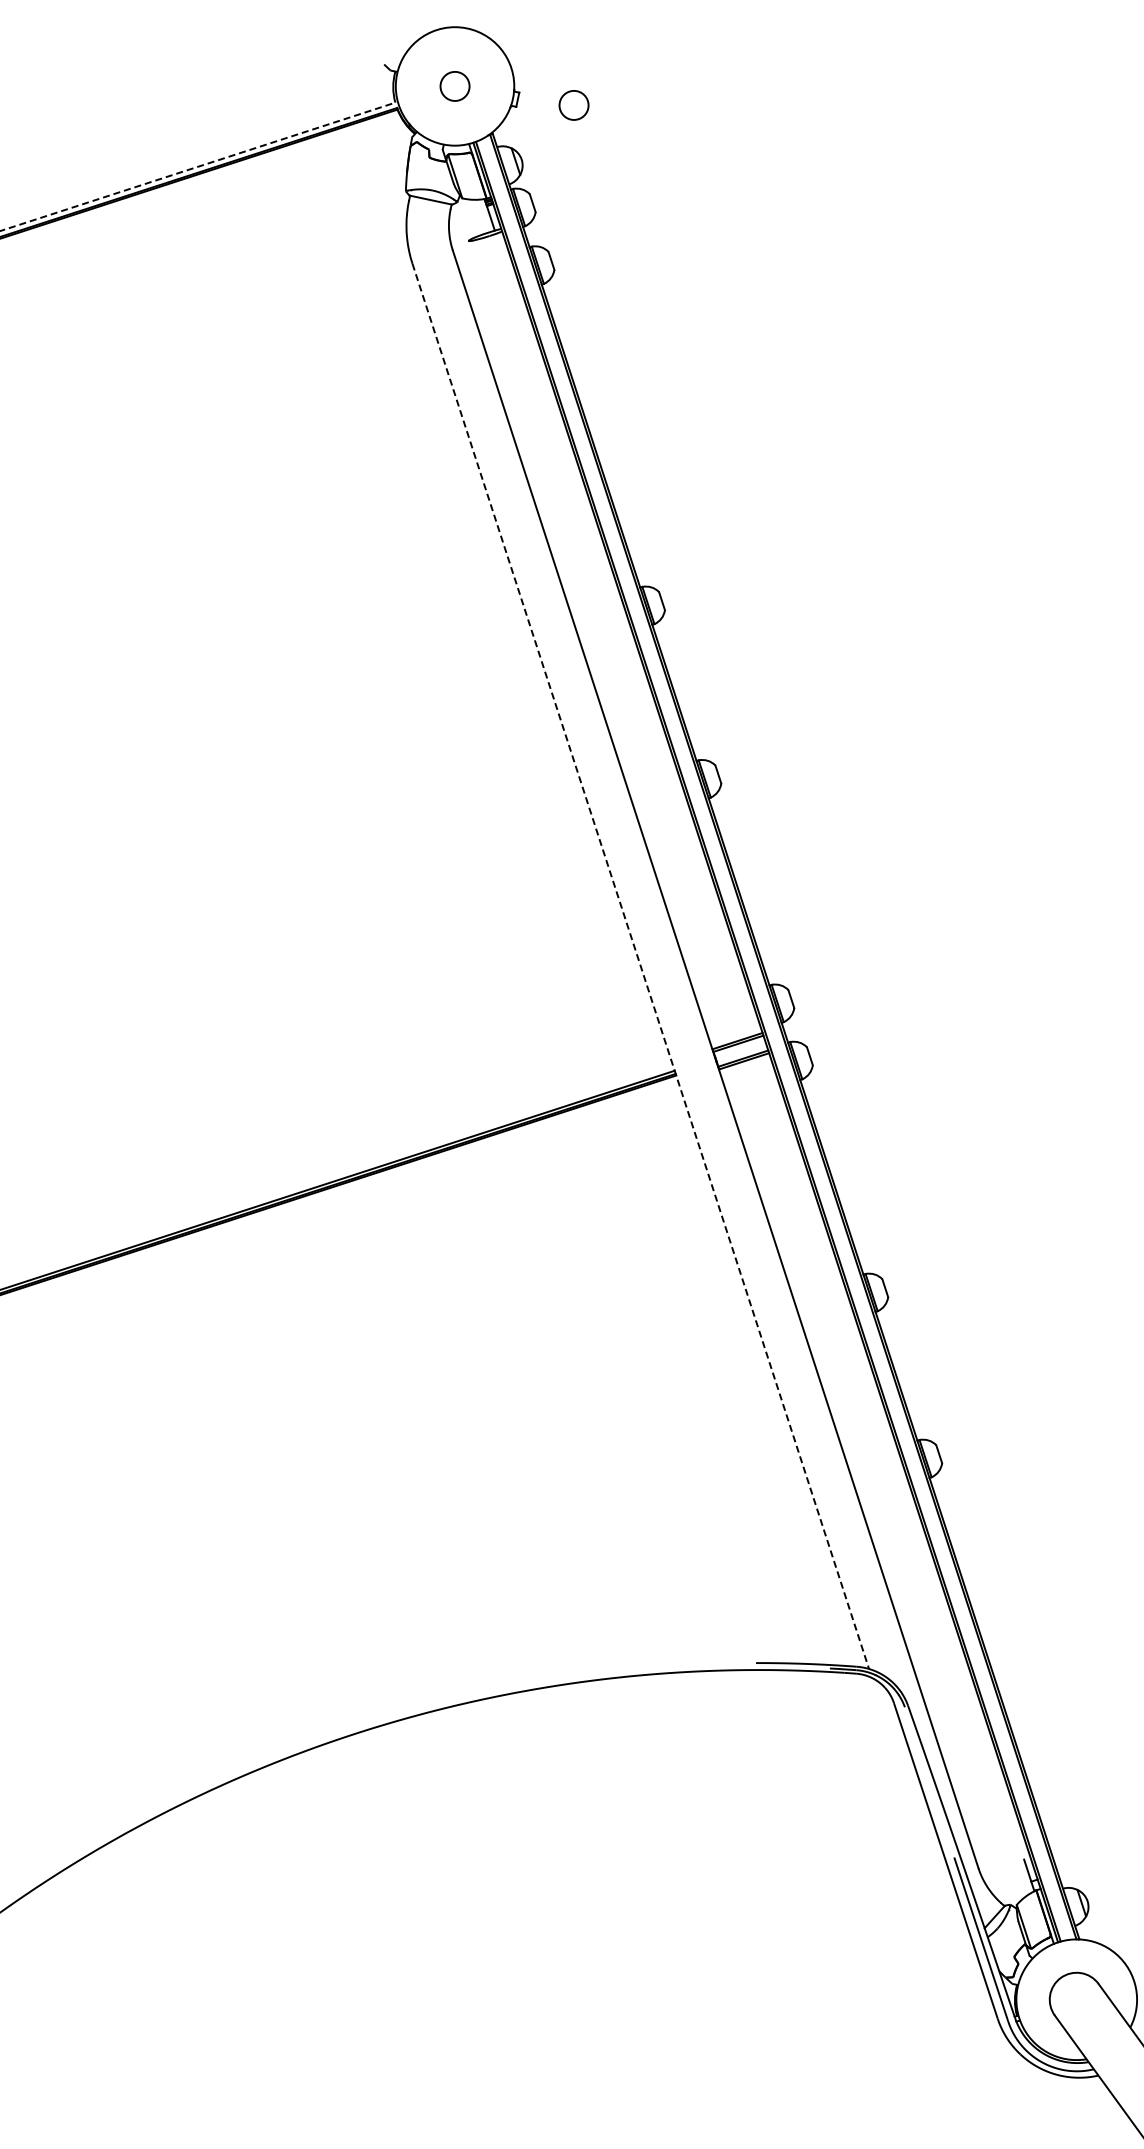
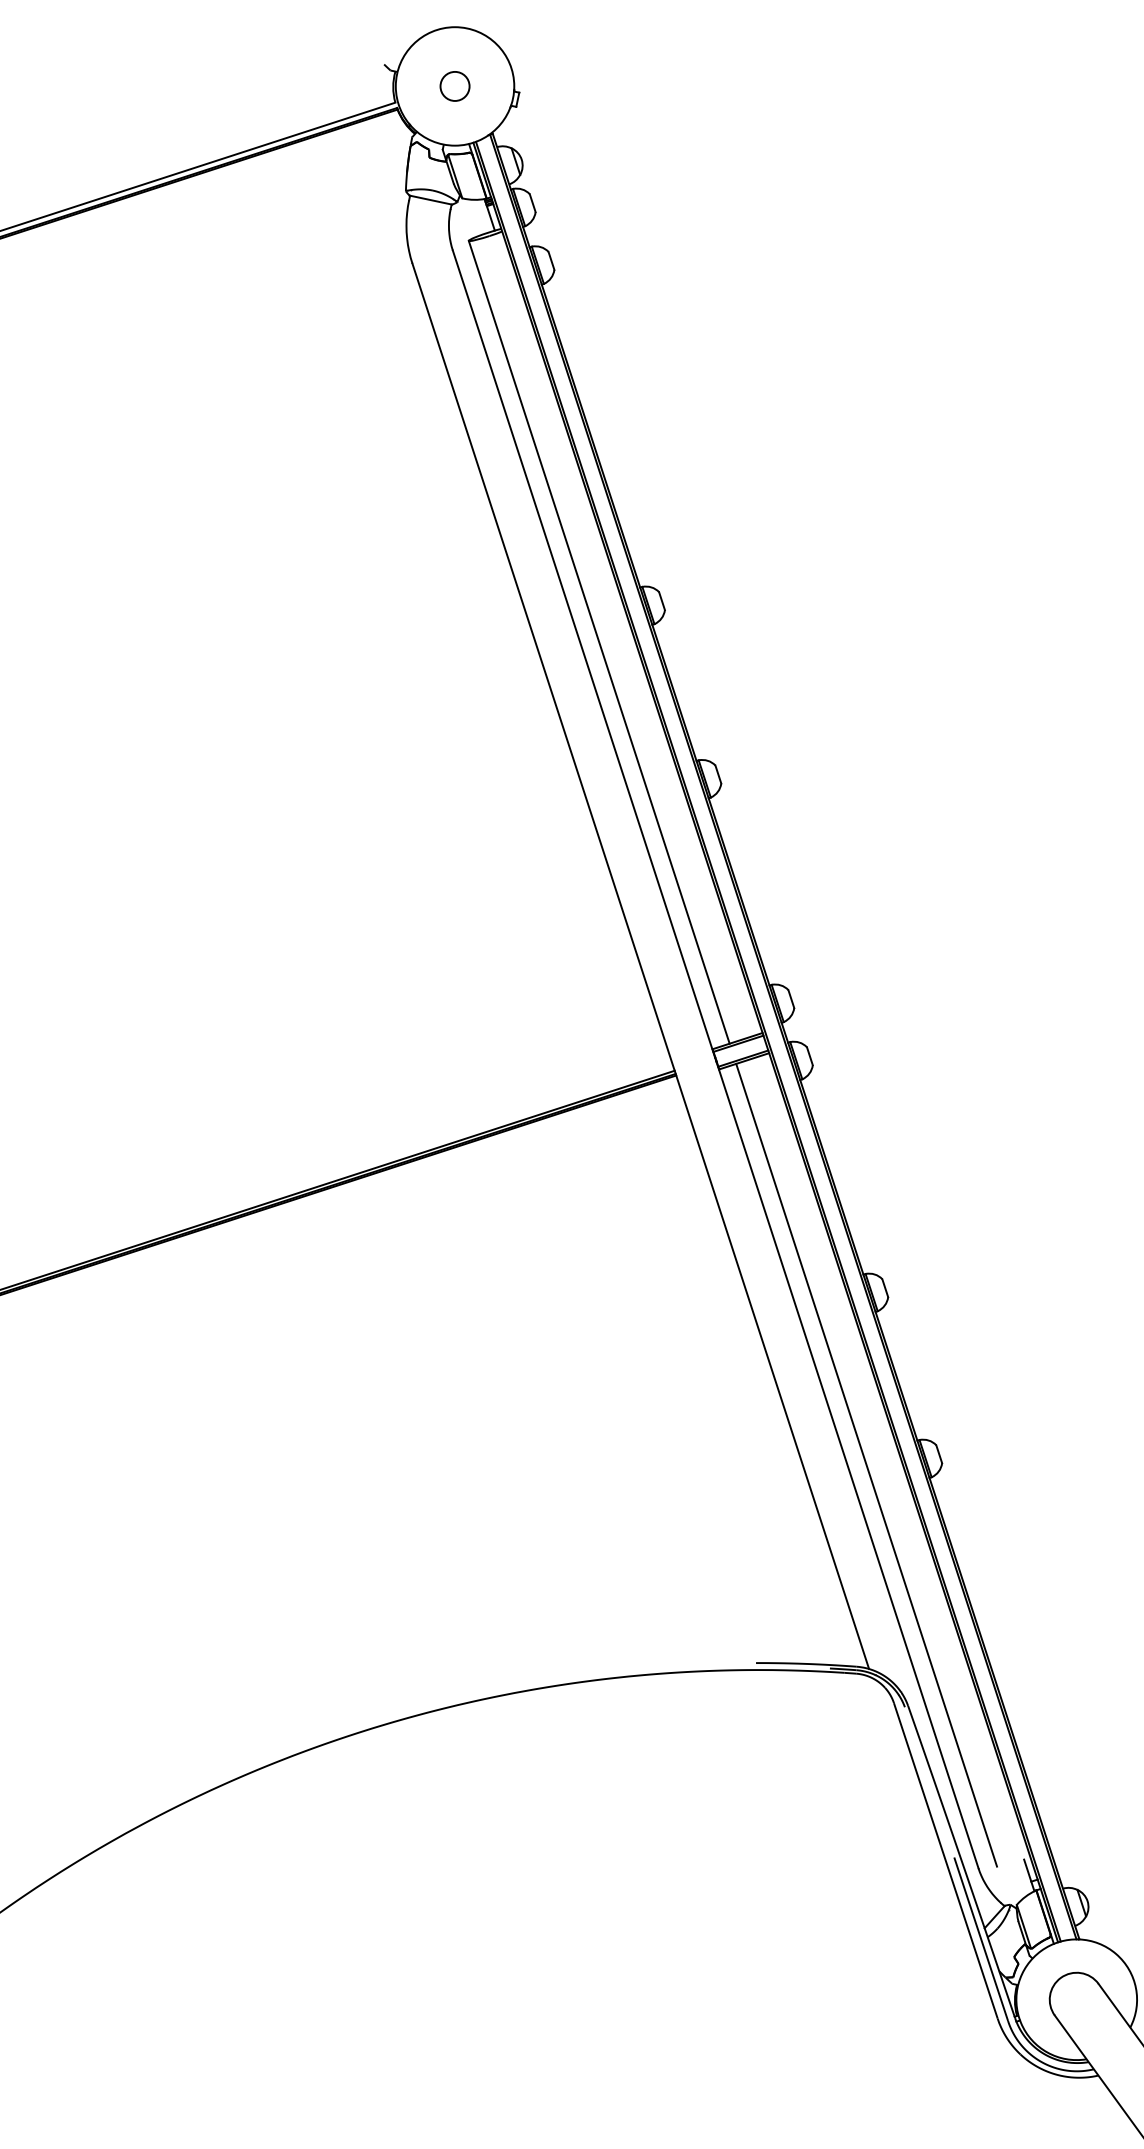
circle at (573, 105): present -> none
line at (198, 166): dashed -> solid
line at (598, 641): none -> present
line at (640, 966): dashed -> solid
line at (866, 1464): none -> present
